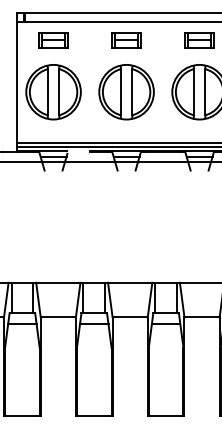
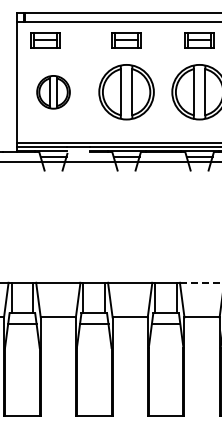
part at (53, 40) position: (53, 40) -> (45, 40)
part at (53, 92) size: 57x57 px -> 35x35 px
line at (200, 282): solid -> dashed
